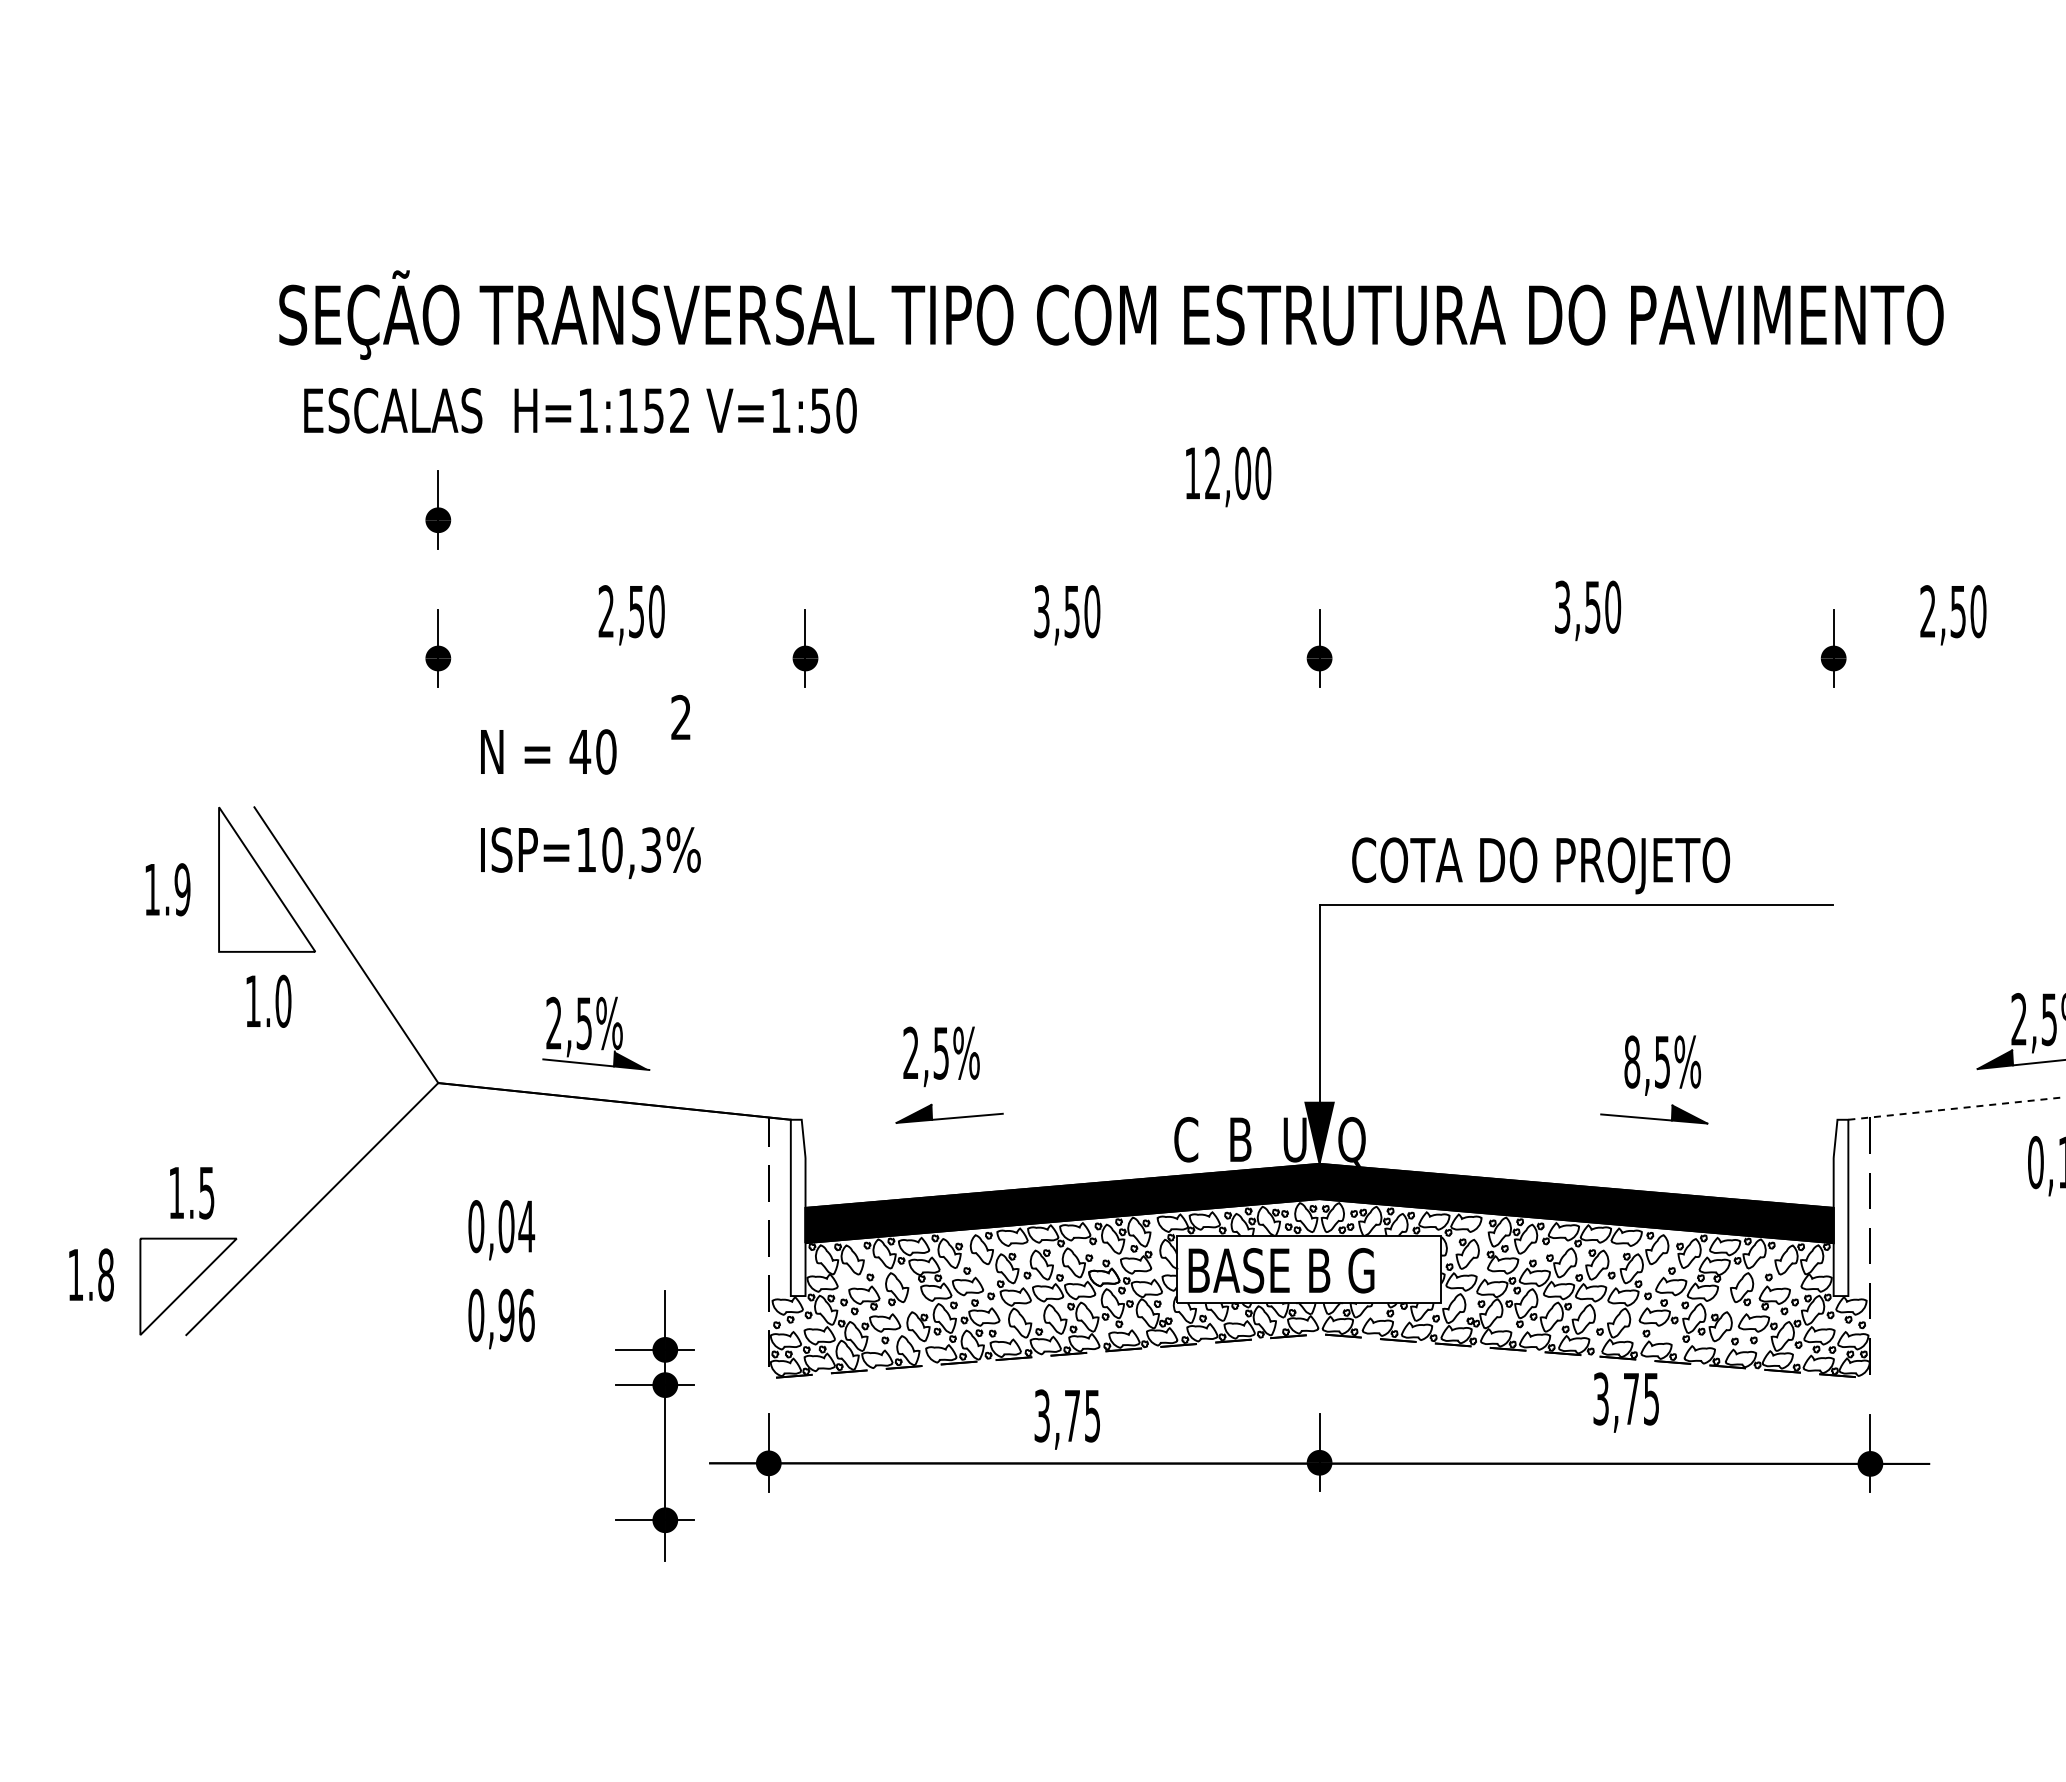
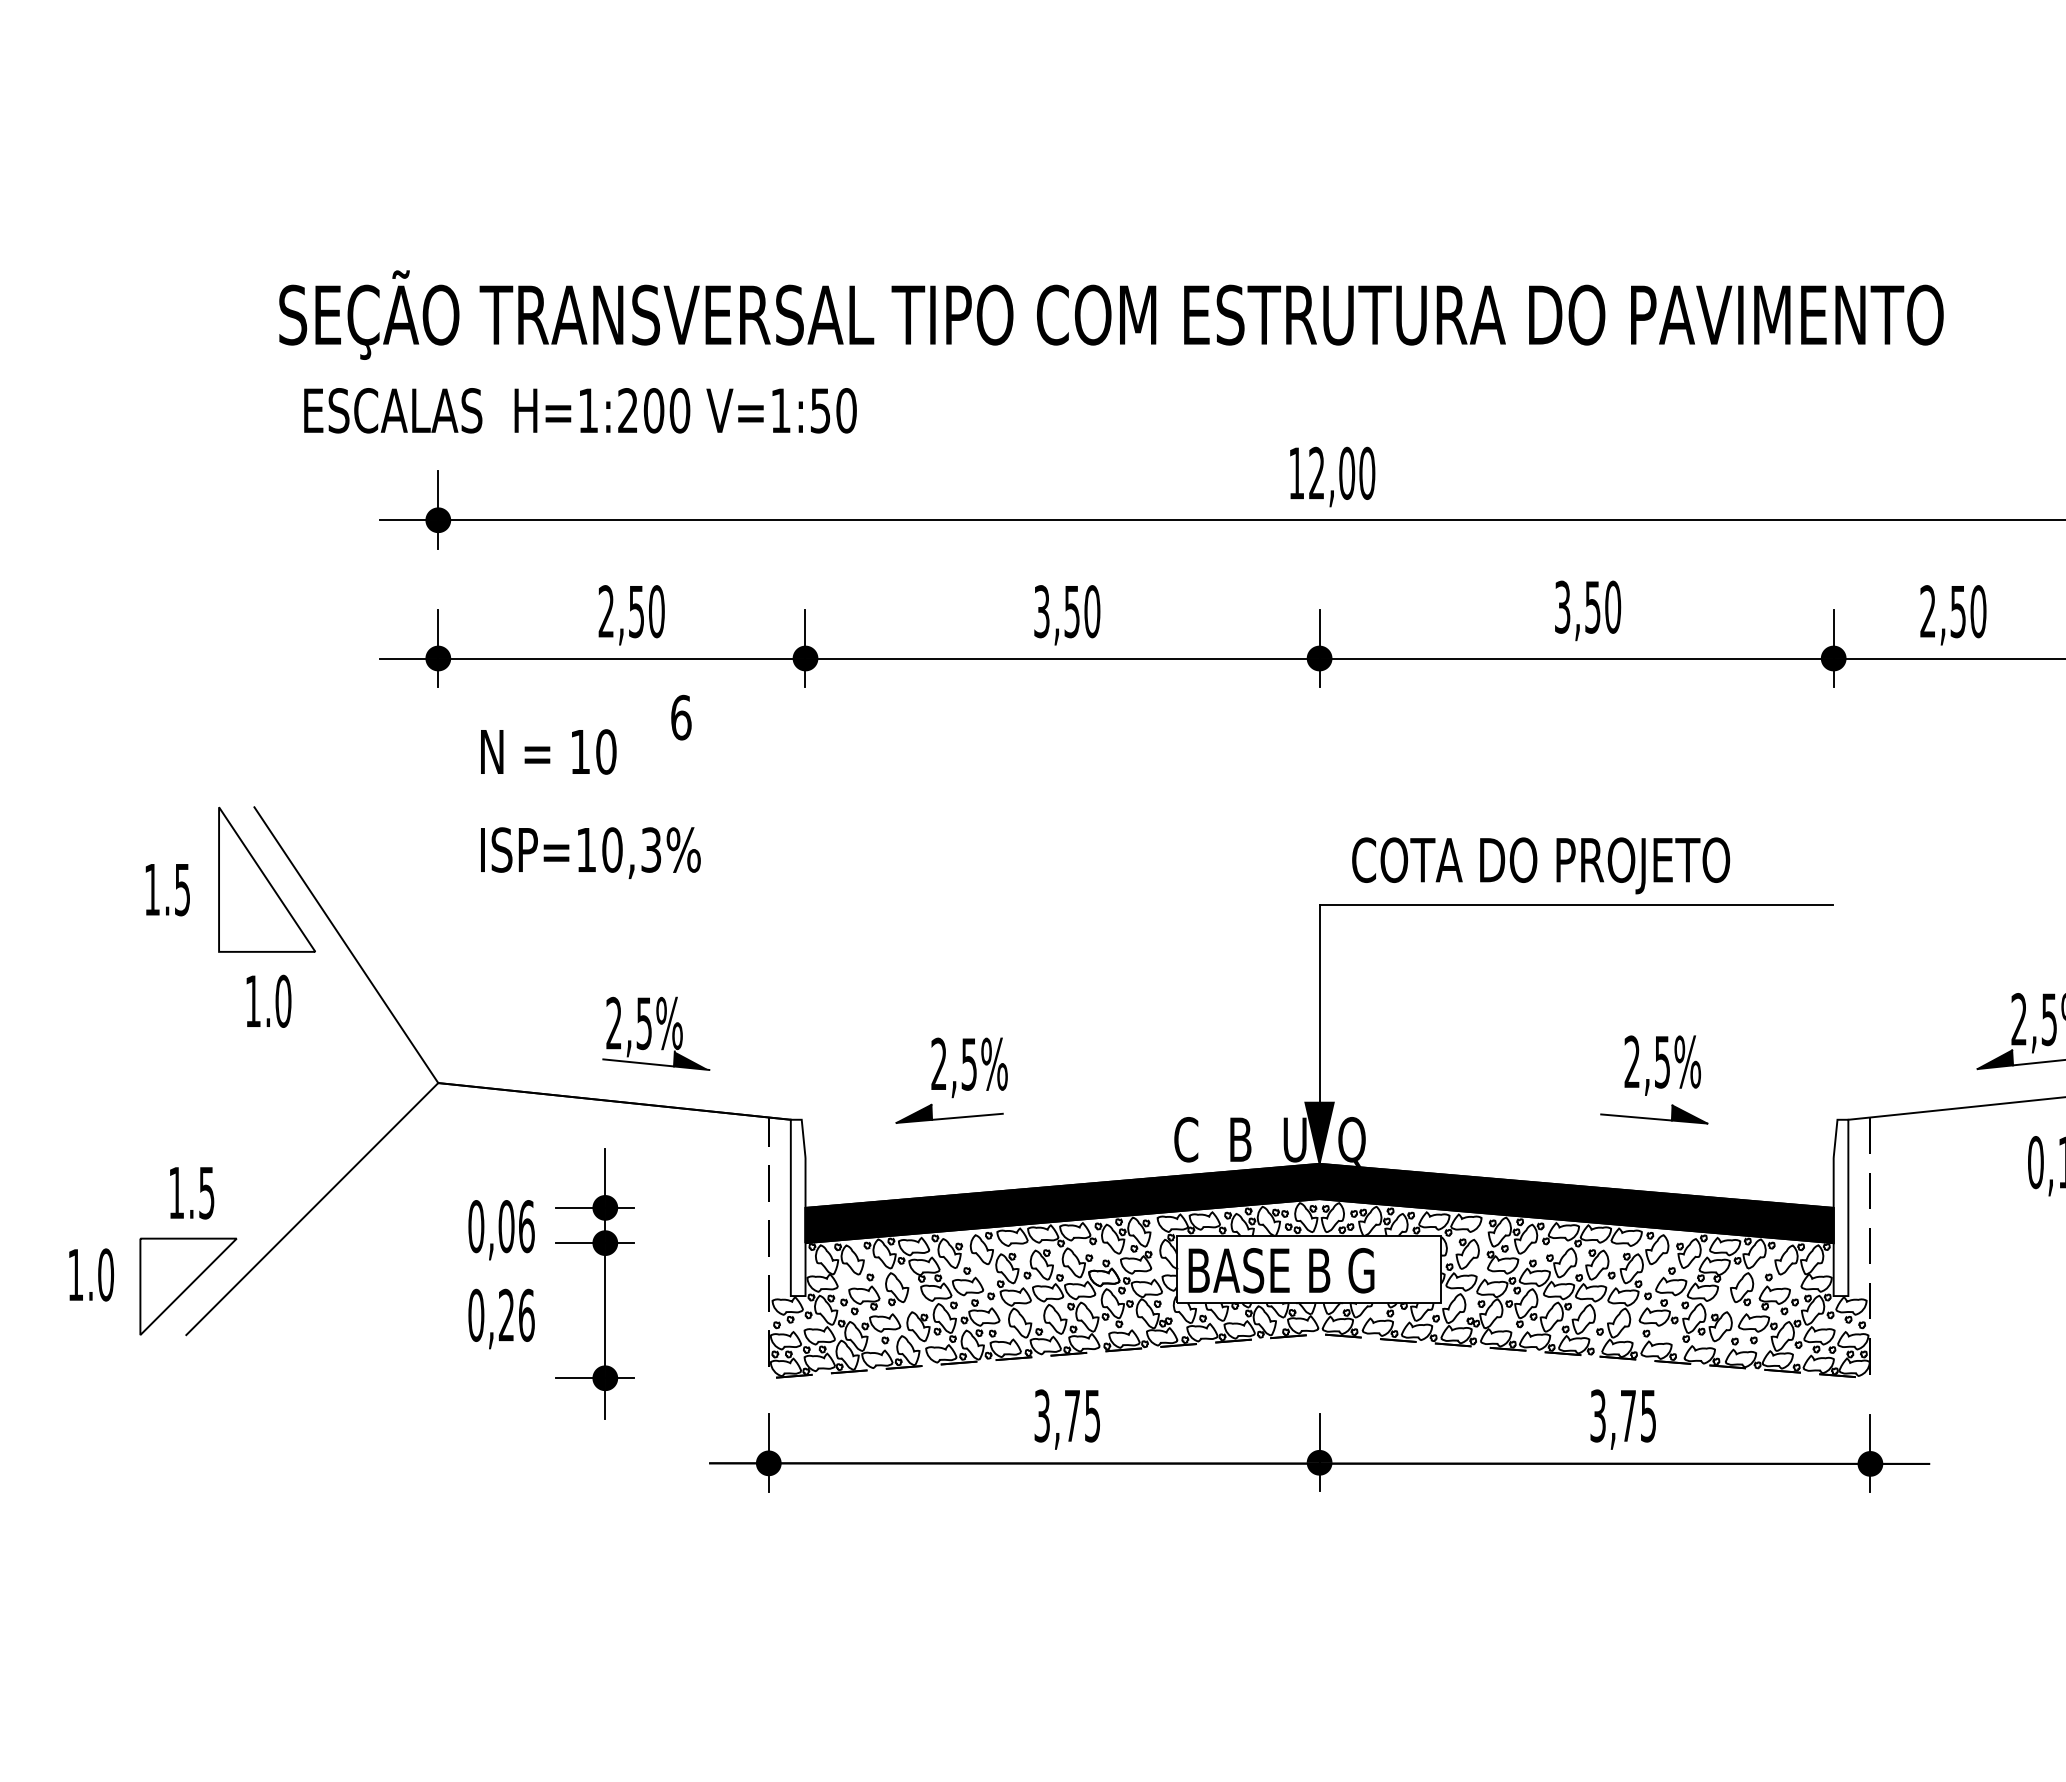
text at (654, 410): H=1:152 -> H=1:200
text at (1228, 476) position: (1228, 476) -> (1332, 476)
line at (1220, 520): none -> present
line at (1220, 658): none -> present
text at (681, 717): 2 -> 6
text at (580, 751): 40 -> 10
text at (182, 889): 1.9 -> 1.5
part at (596, 1033) position: (596, 1033) -> (656, 1033)
text at (941, 1056) position: (941, 1056) -> (969, 1067)
text at (1632, 1061): 8,5% -> 2,5%
line at (1957, 1108): dashed -> solid
text at (526, 1226): 0,04 -> 0,06
text at (106, 1274): 1.8 -> 1.0
text at (506, 1315): 0,96 -> 0,26
text at (1625, 1402) position: (1625, 1402) -> (1622, 1419)
part at (664, 1425) position: (664, 1425) -> (604, 1283)
